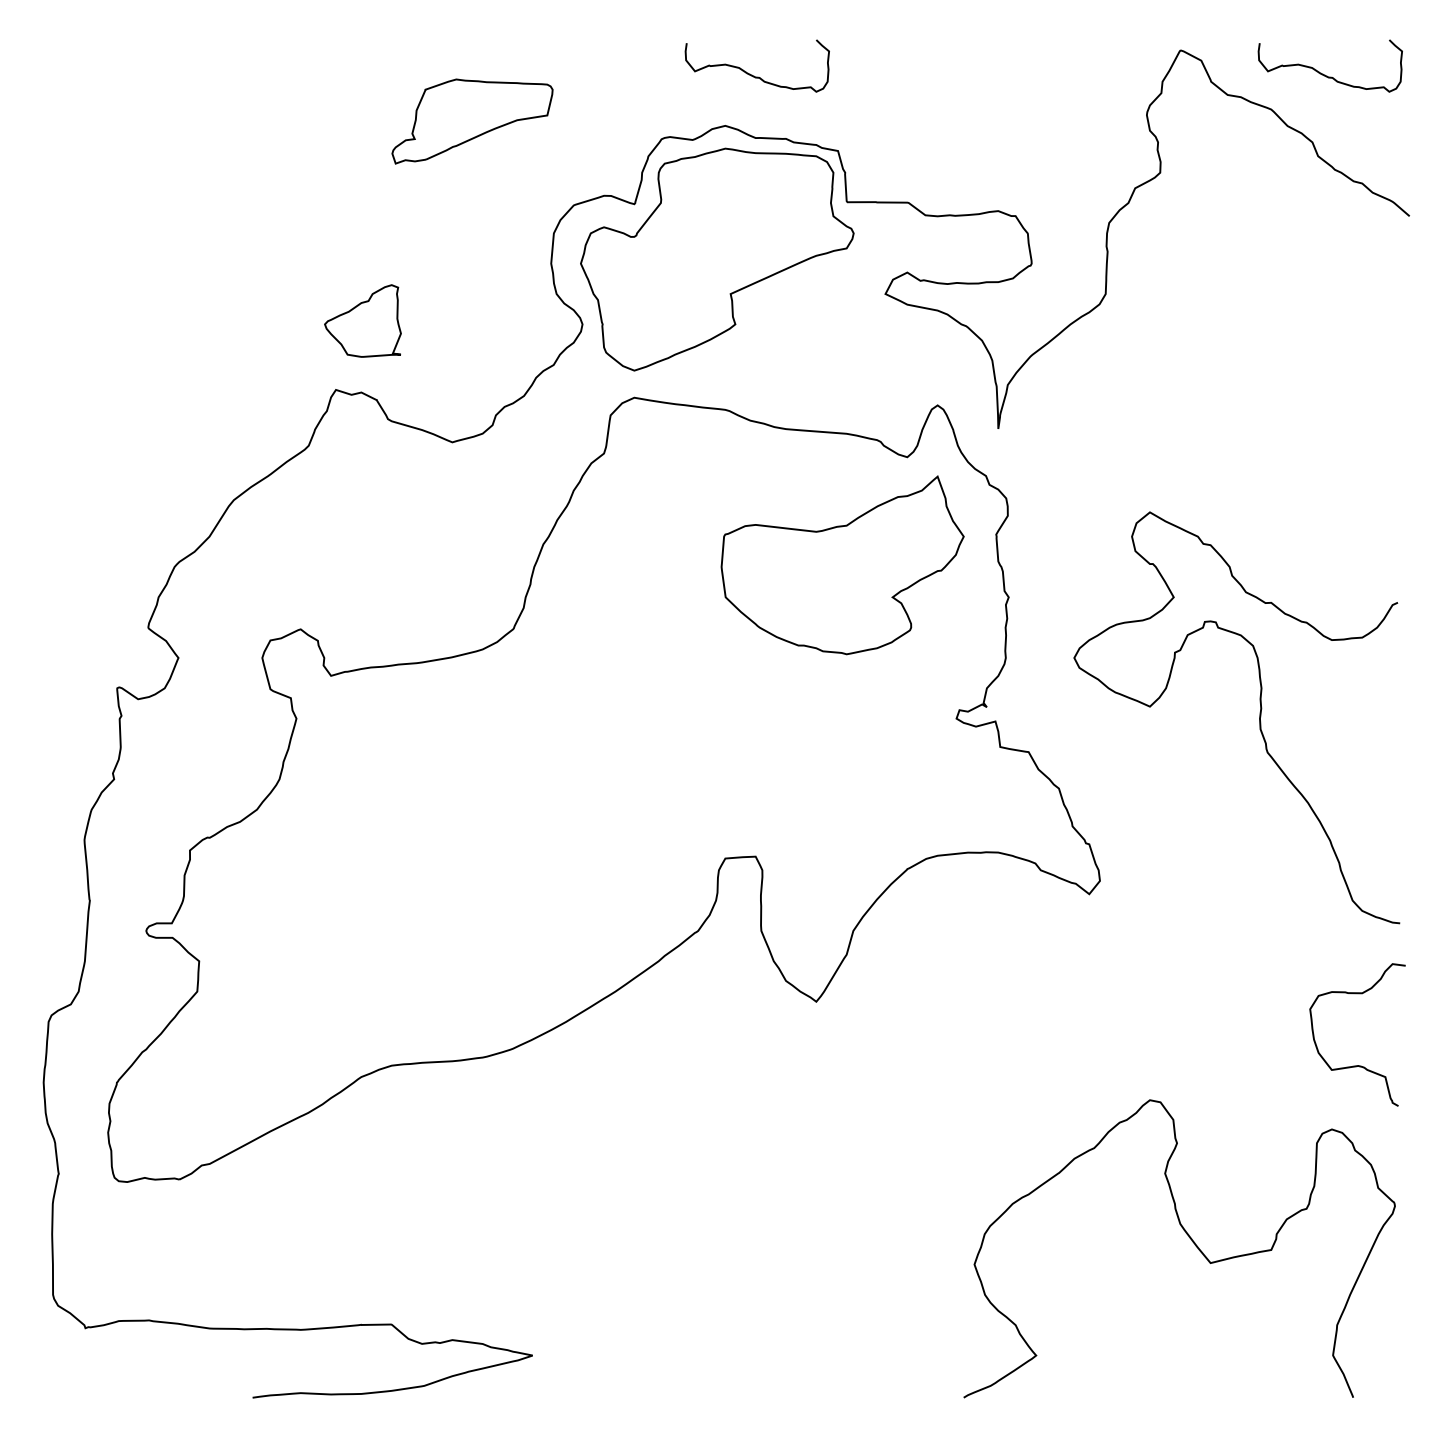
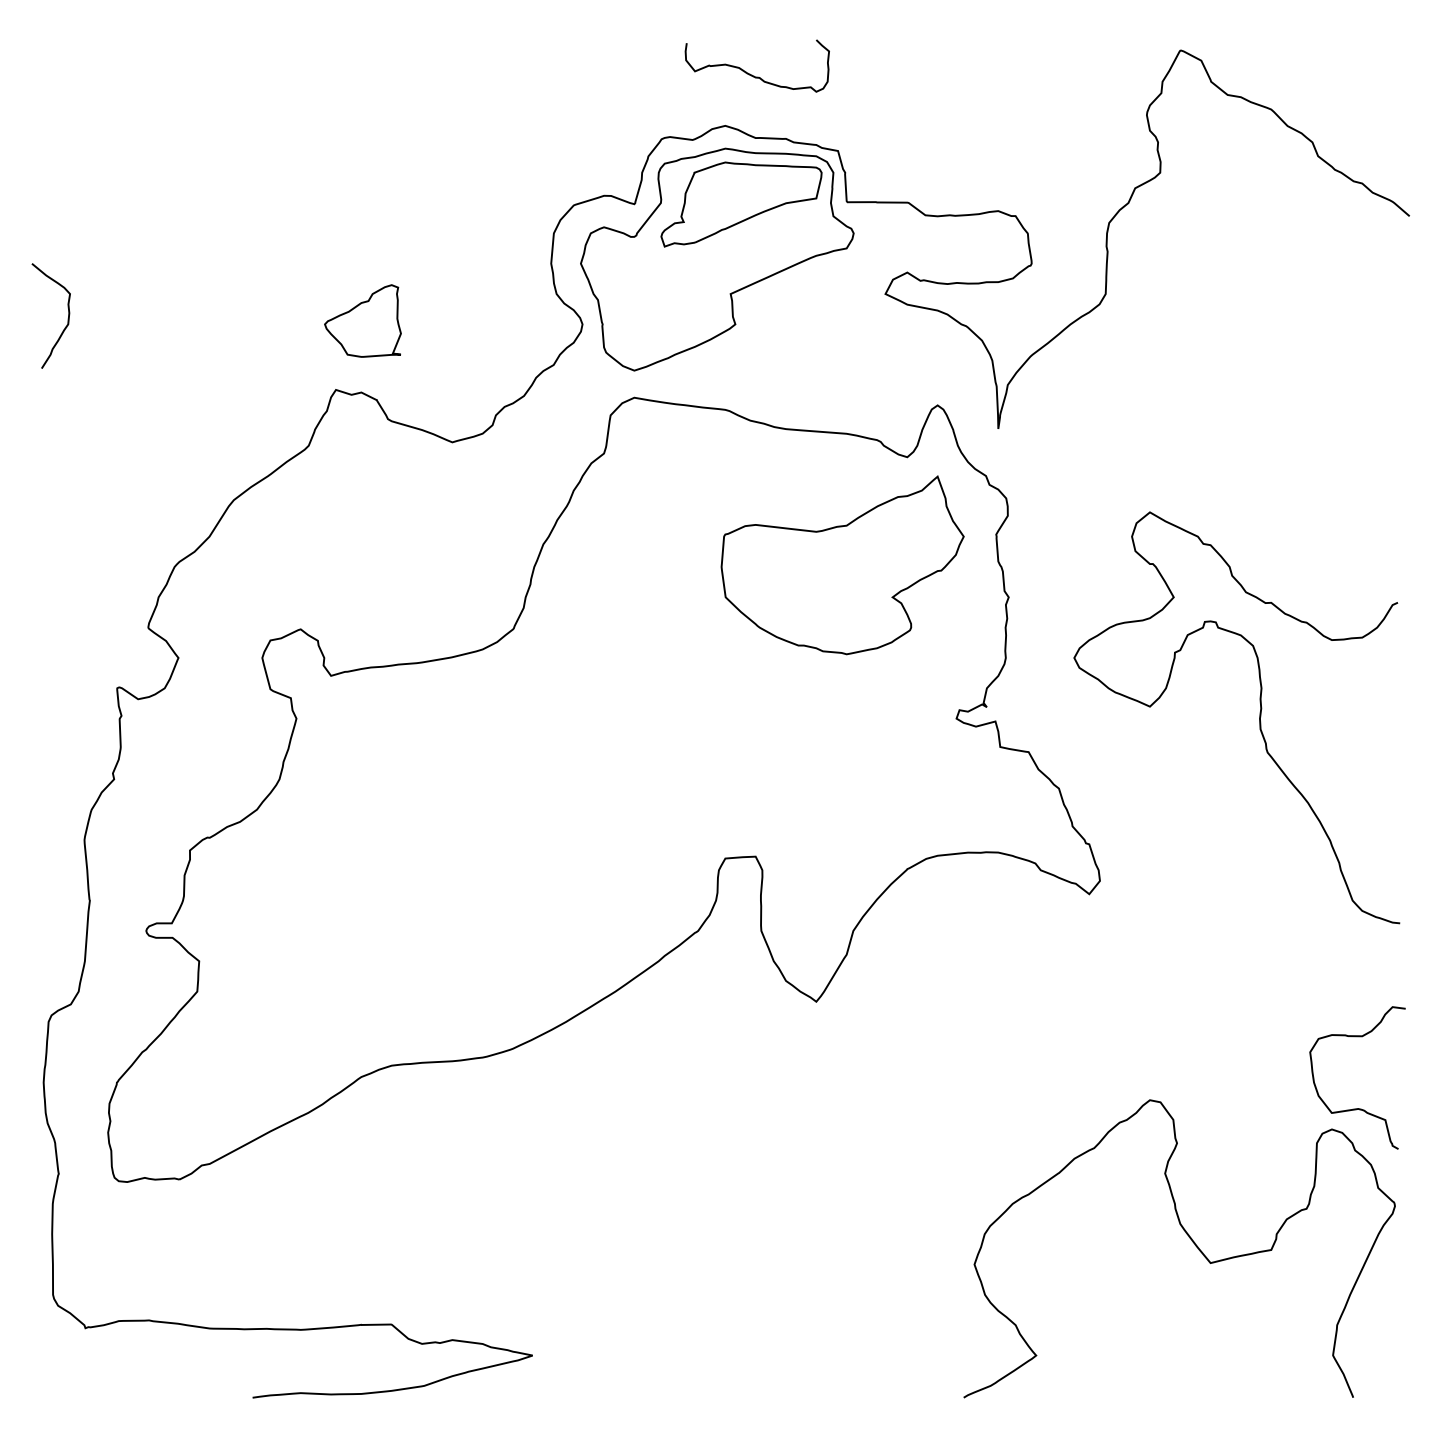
curve at (1325, 74): present -> none
part at (472, 121) position: (472, 121) -> (741, 204)
curve at (67, 318): none -> present
curve at (1357, 1065) position: (1357, 1065) -> (1357, 1108)
